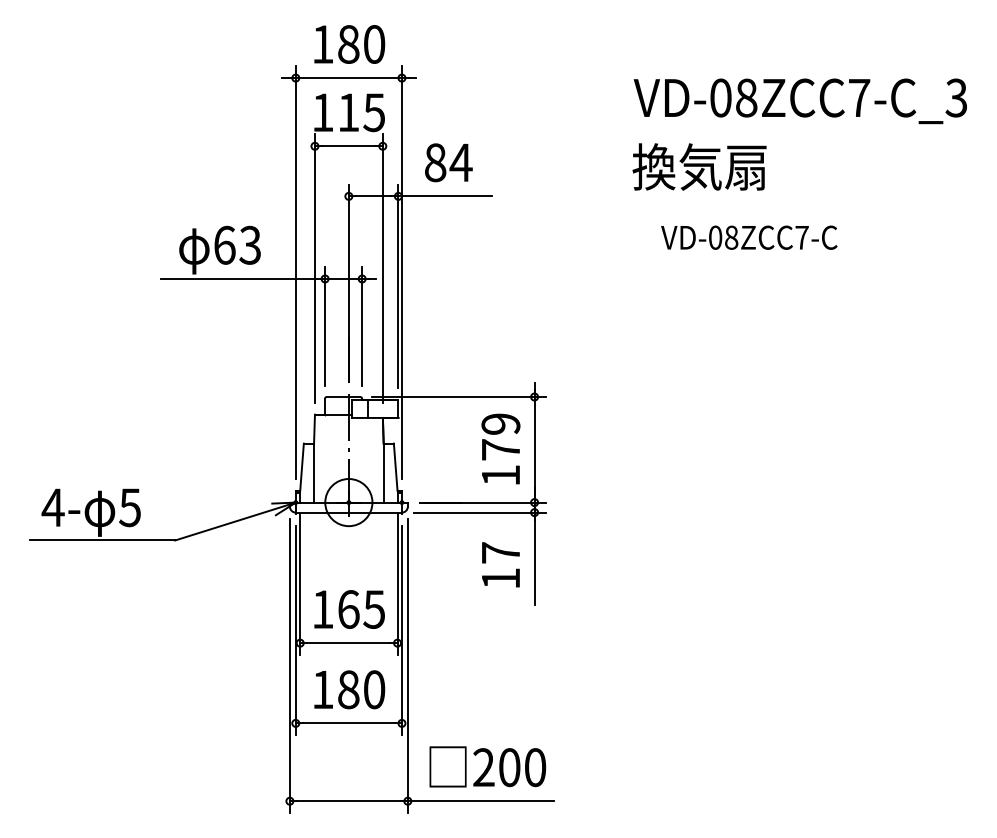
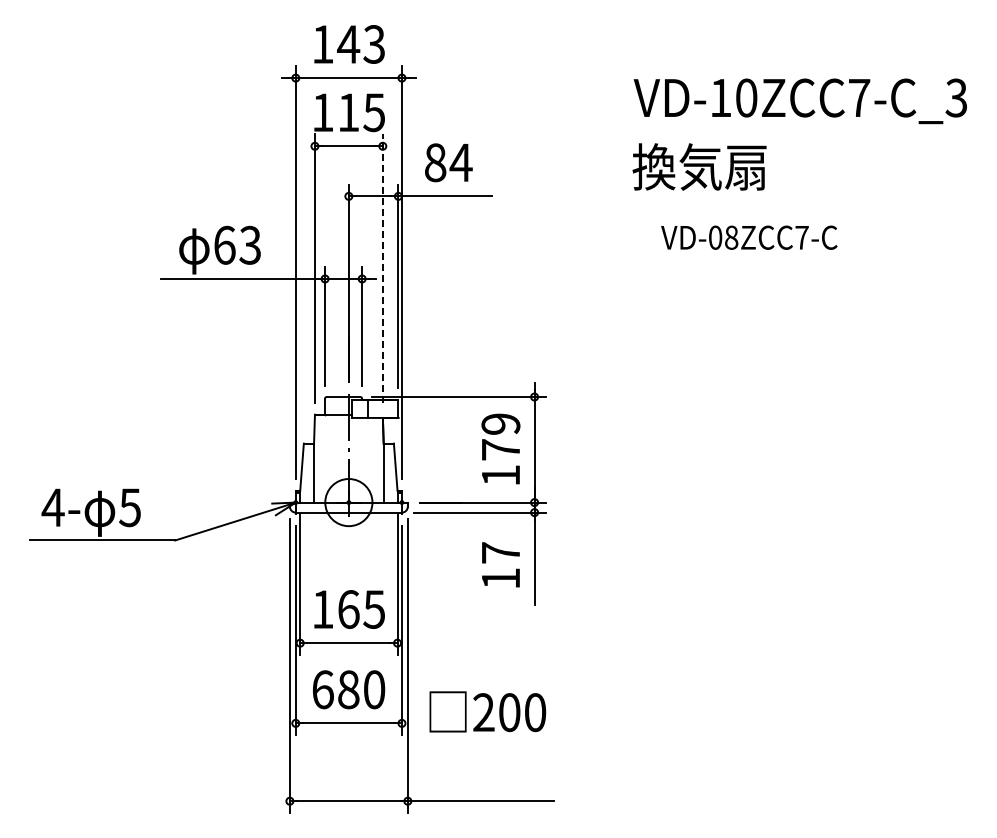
text at (361, 44): 180 -> 143
text at (733, 97): VD-08ZCC7-C_3 -> VD-10ZCC7-C_3
line at (382, 268): solid -> dashed
text at (323, 689): 180 -> 680
text at (487, 766) position: (487, 766) -> (487, 711)
